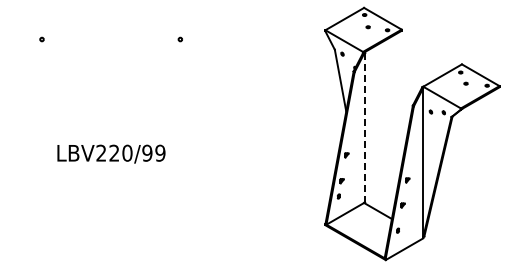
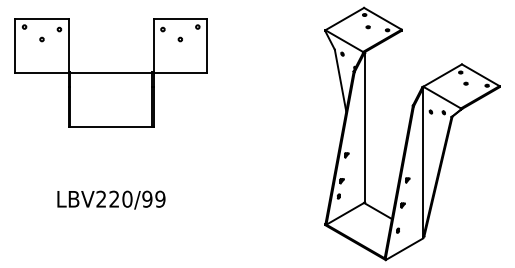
part at (110, 72): none -> present
line at (365, 127): dashed -> solid
text at (111, 153) position: (111, 153) -> (111, 199)
